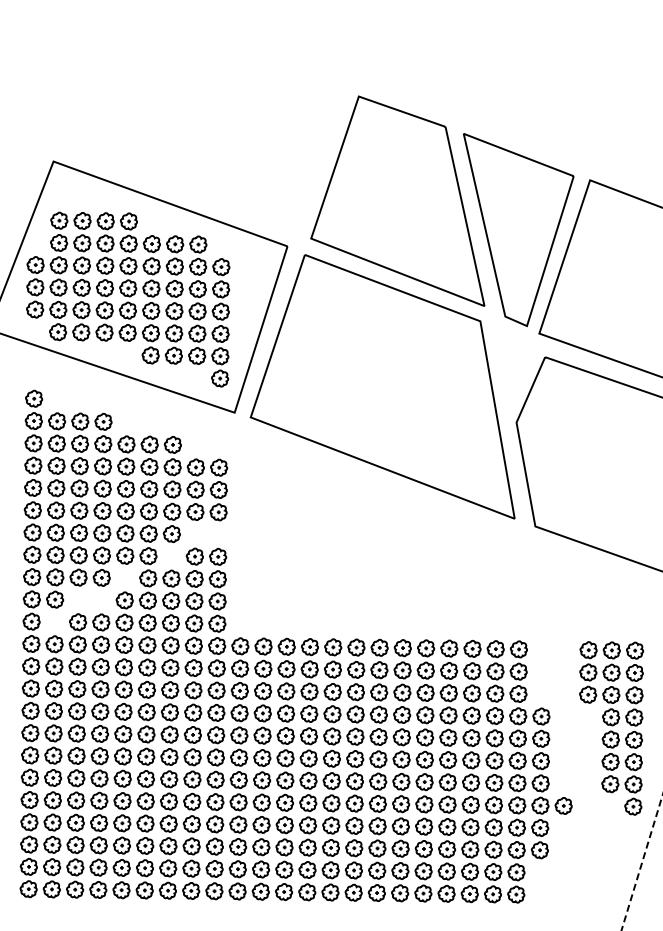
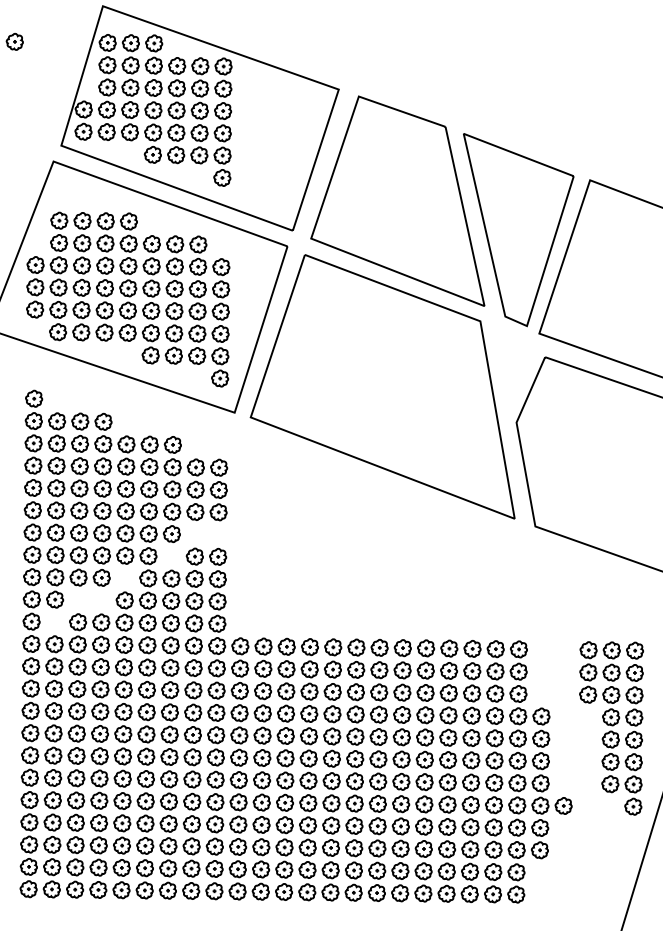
part at (14, 41): none -> present
part at (199, 118): none -> present
line at (642, 862): dashed -> solid
